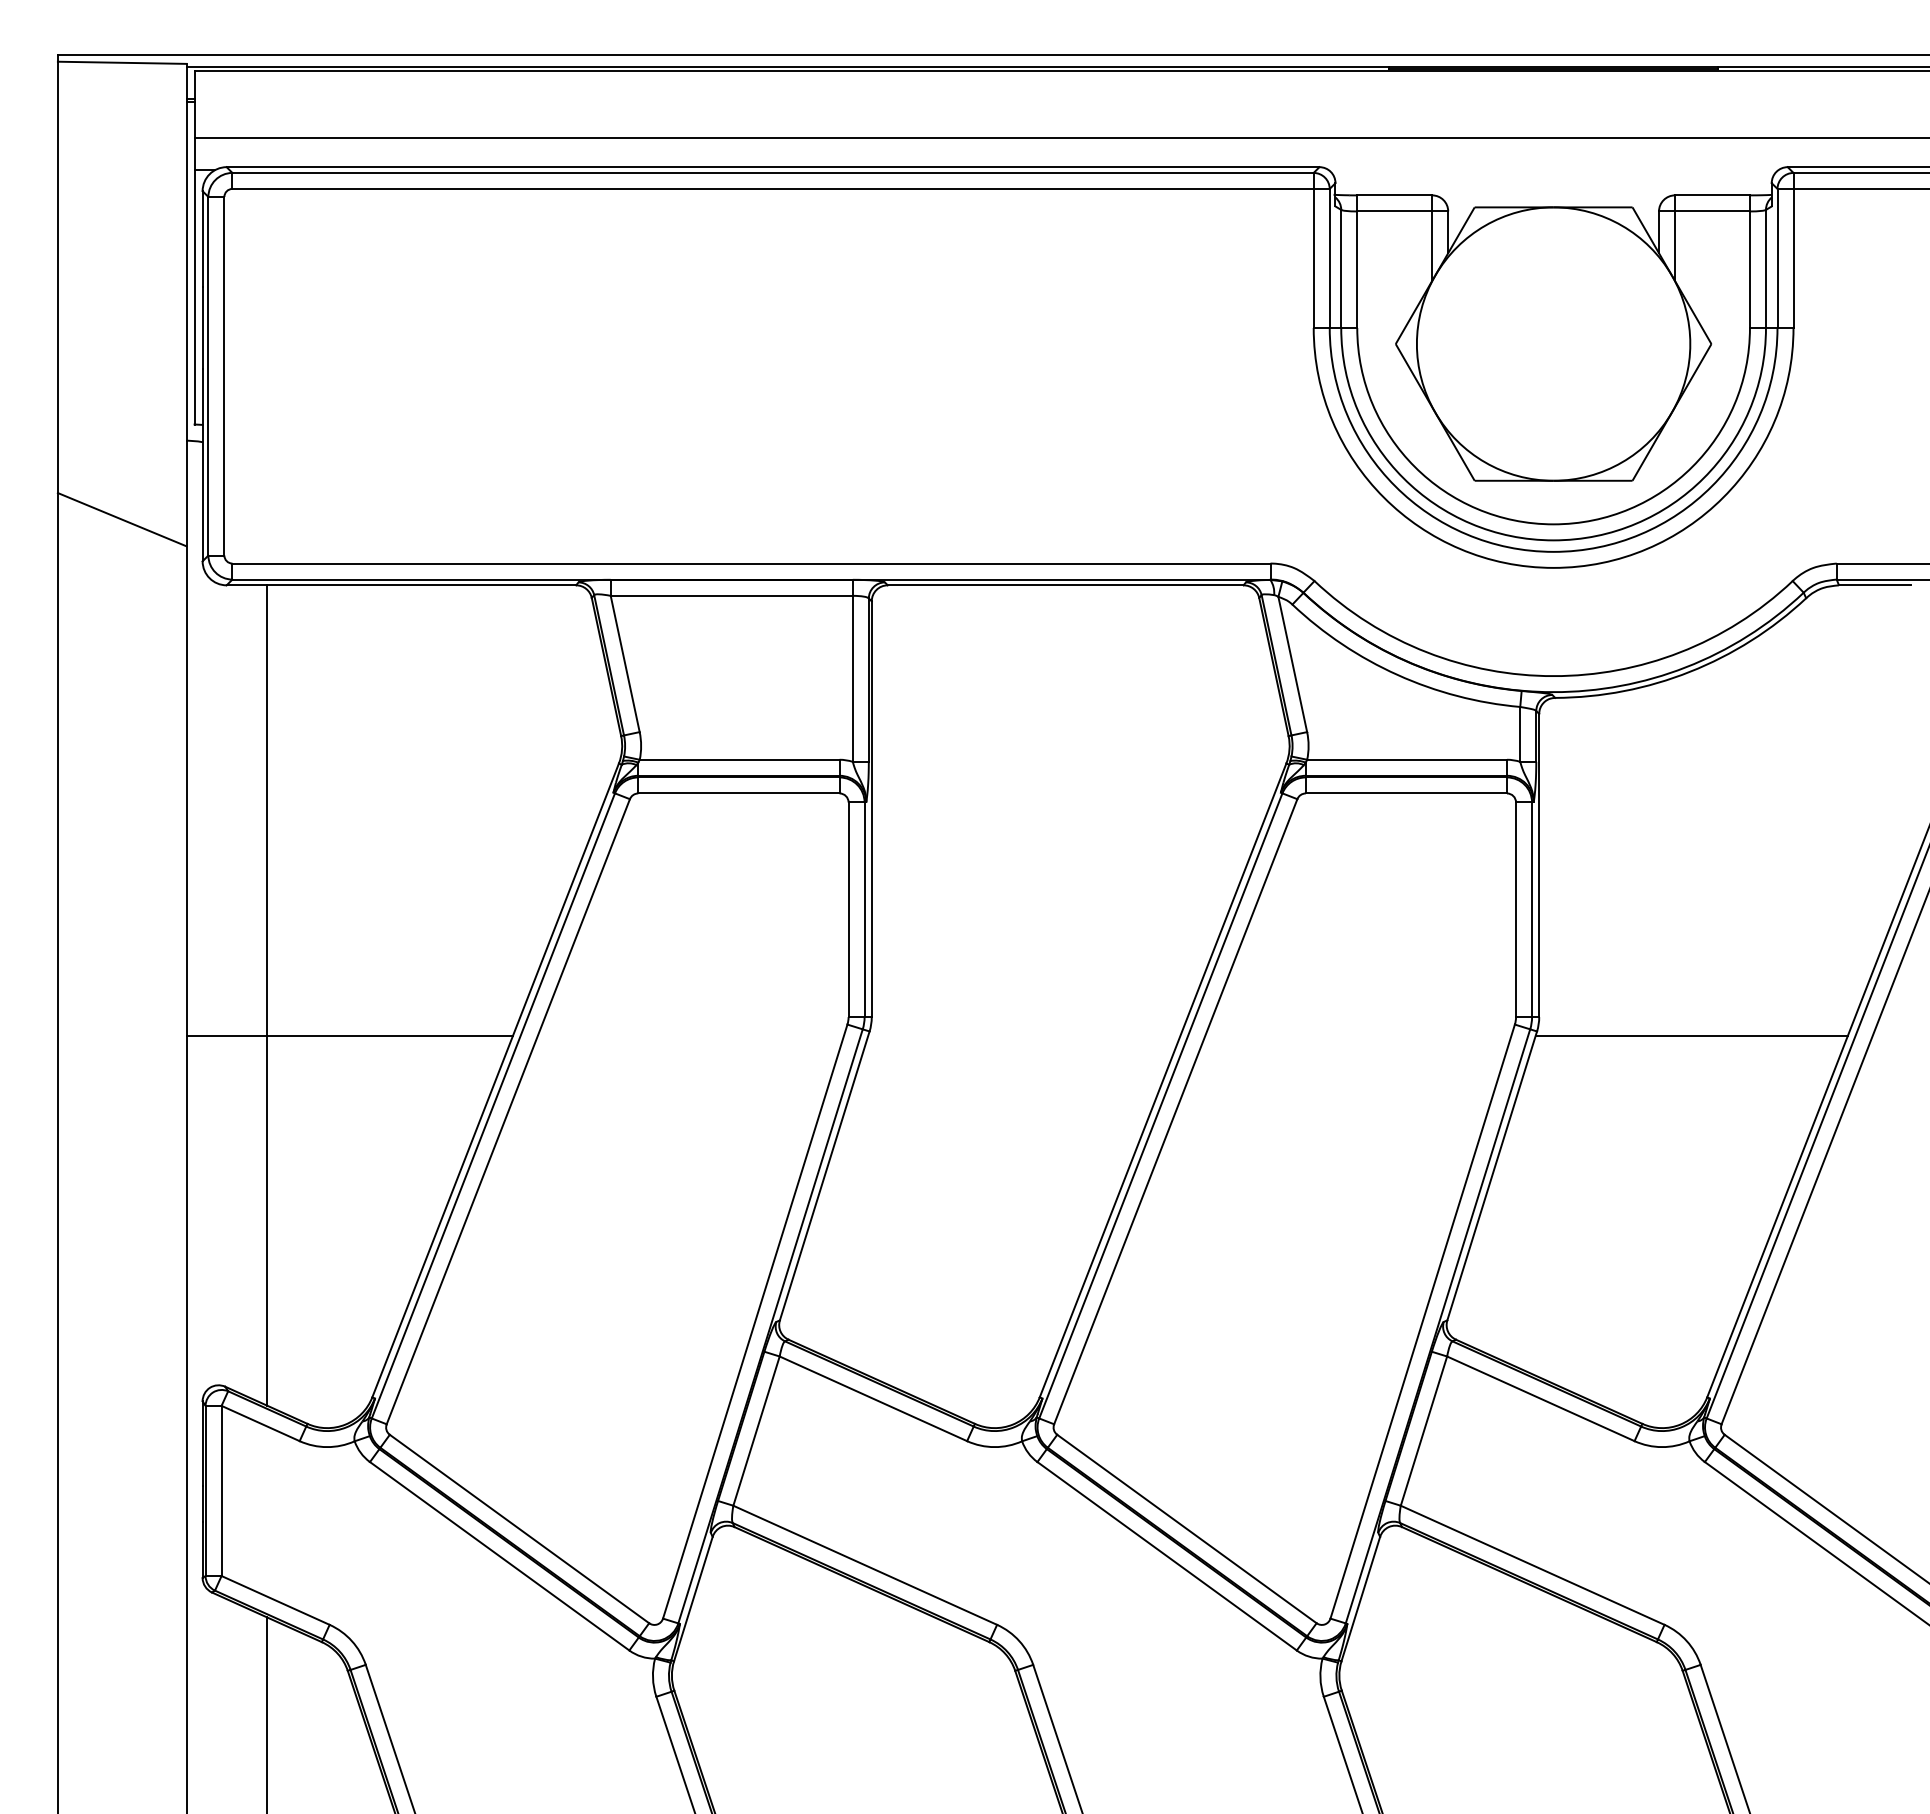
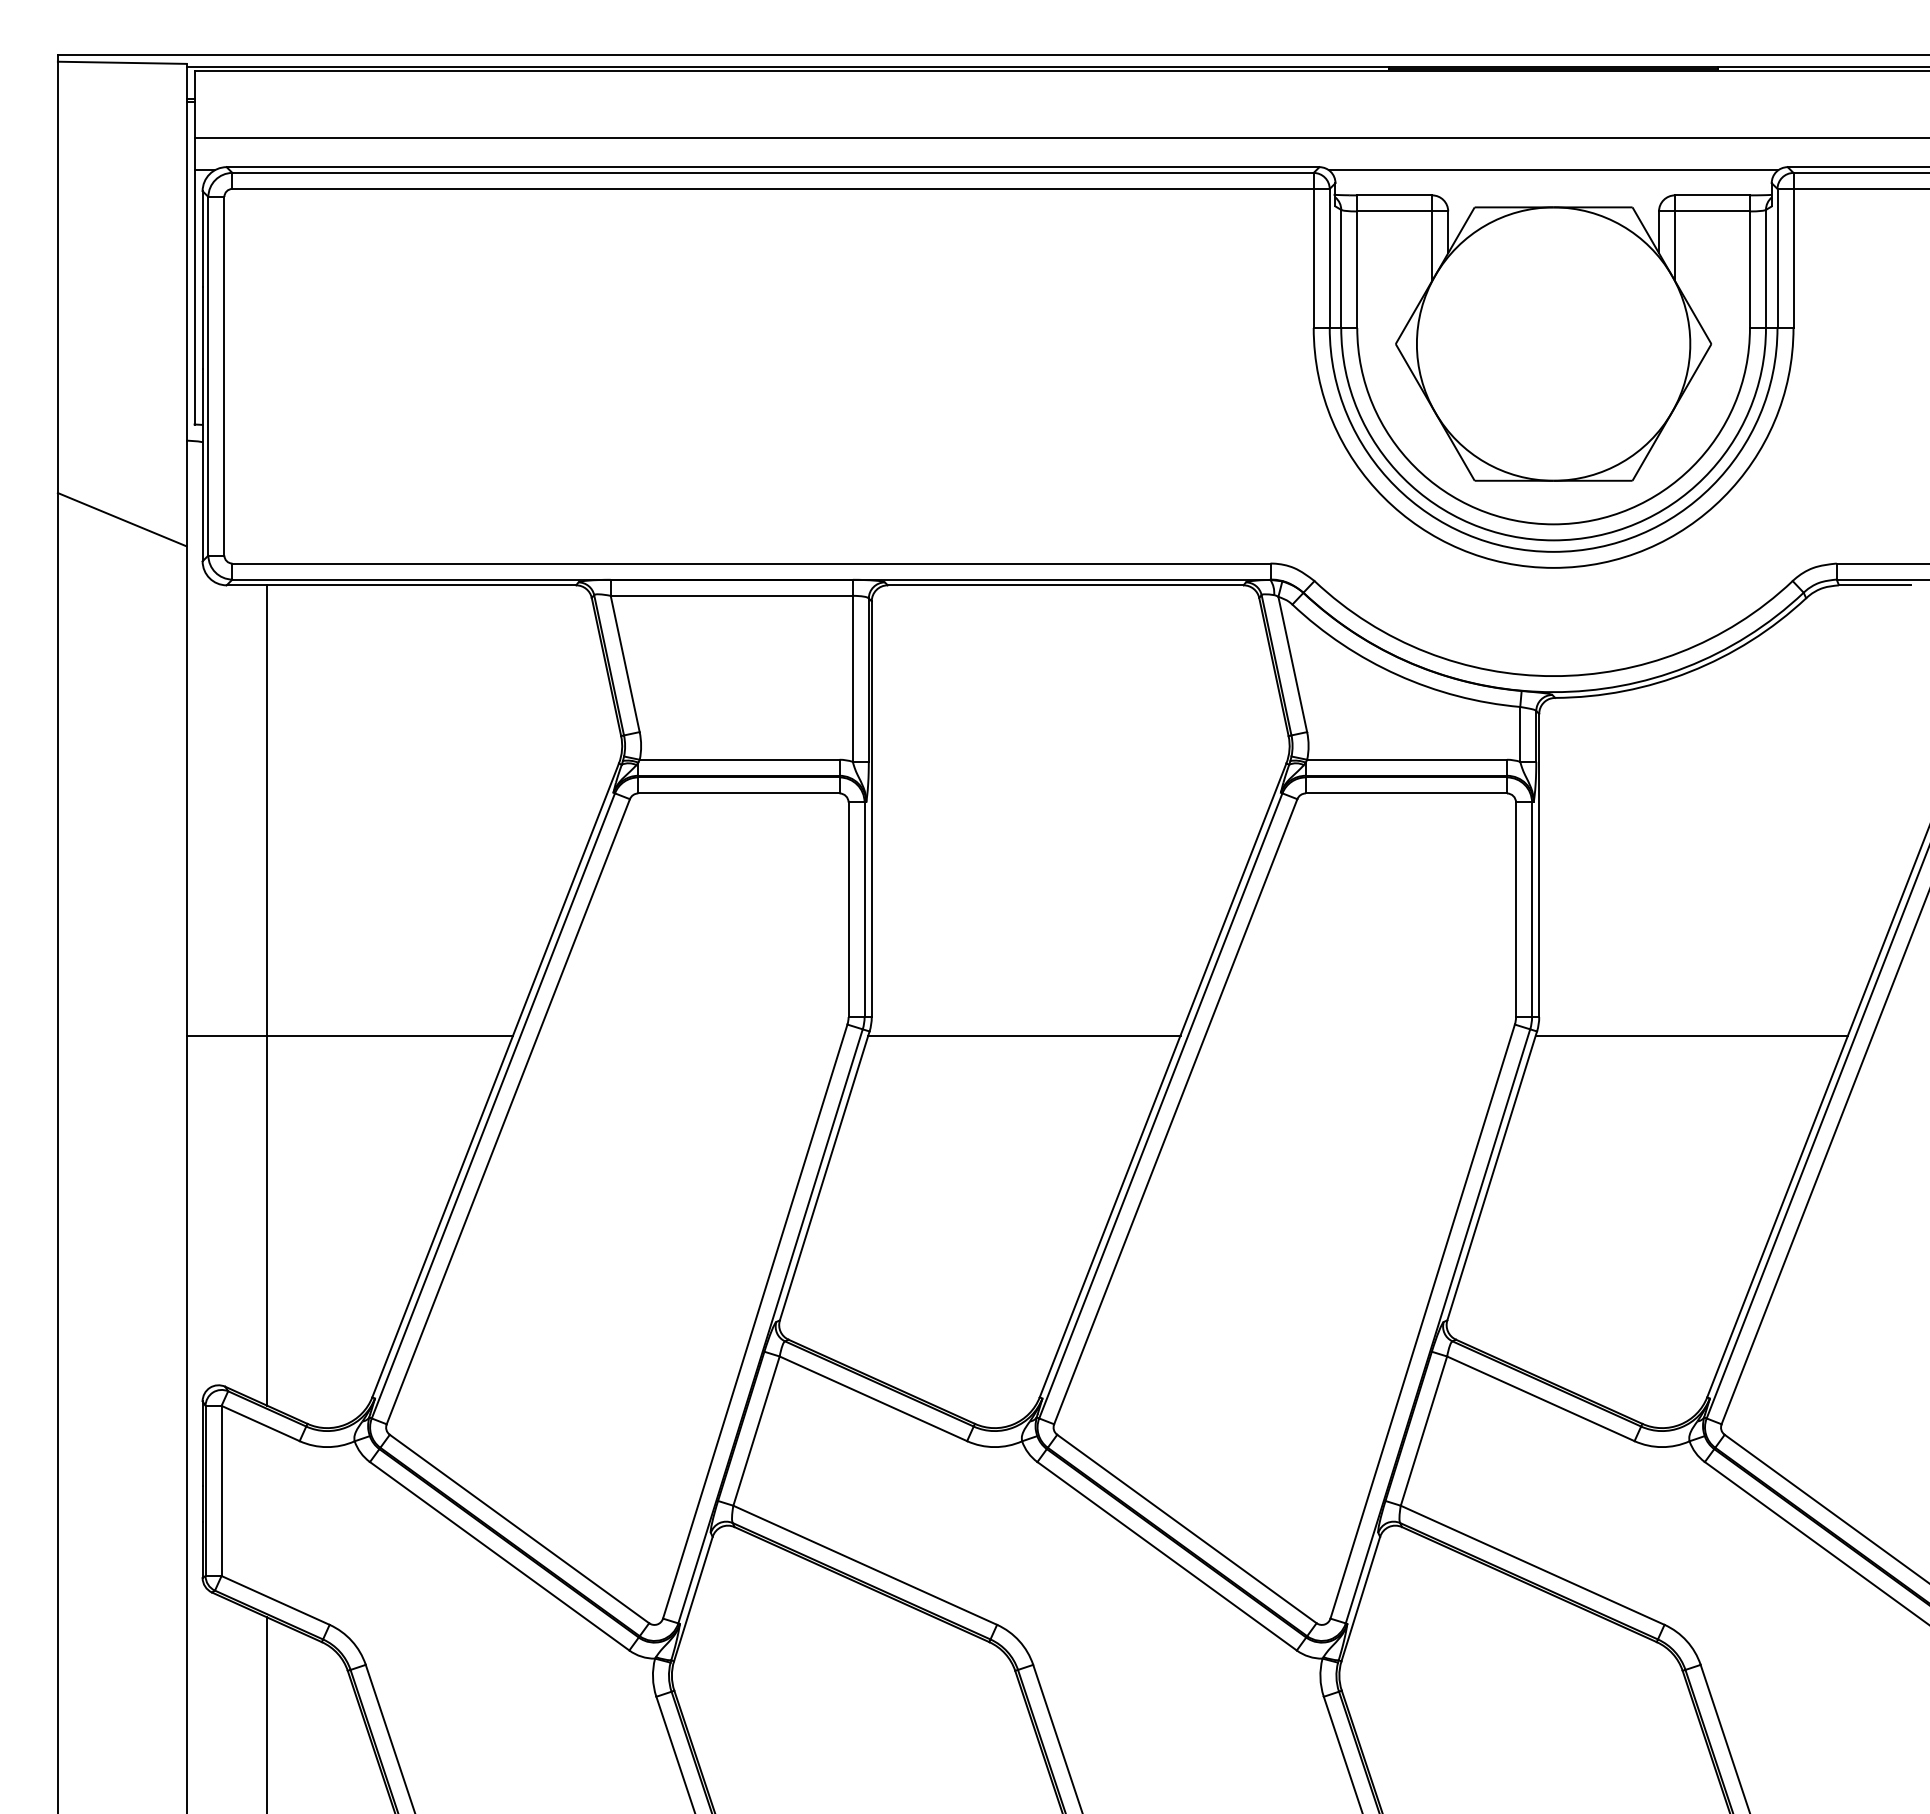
line at (1553, 170): none -> present
line at (1024, 1035): none -> present
